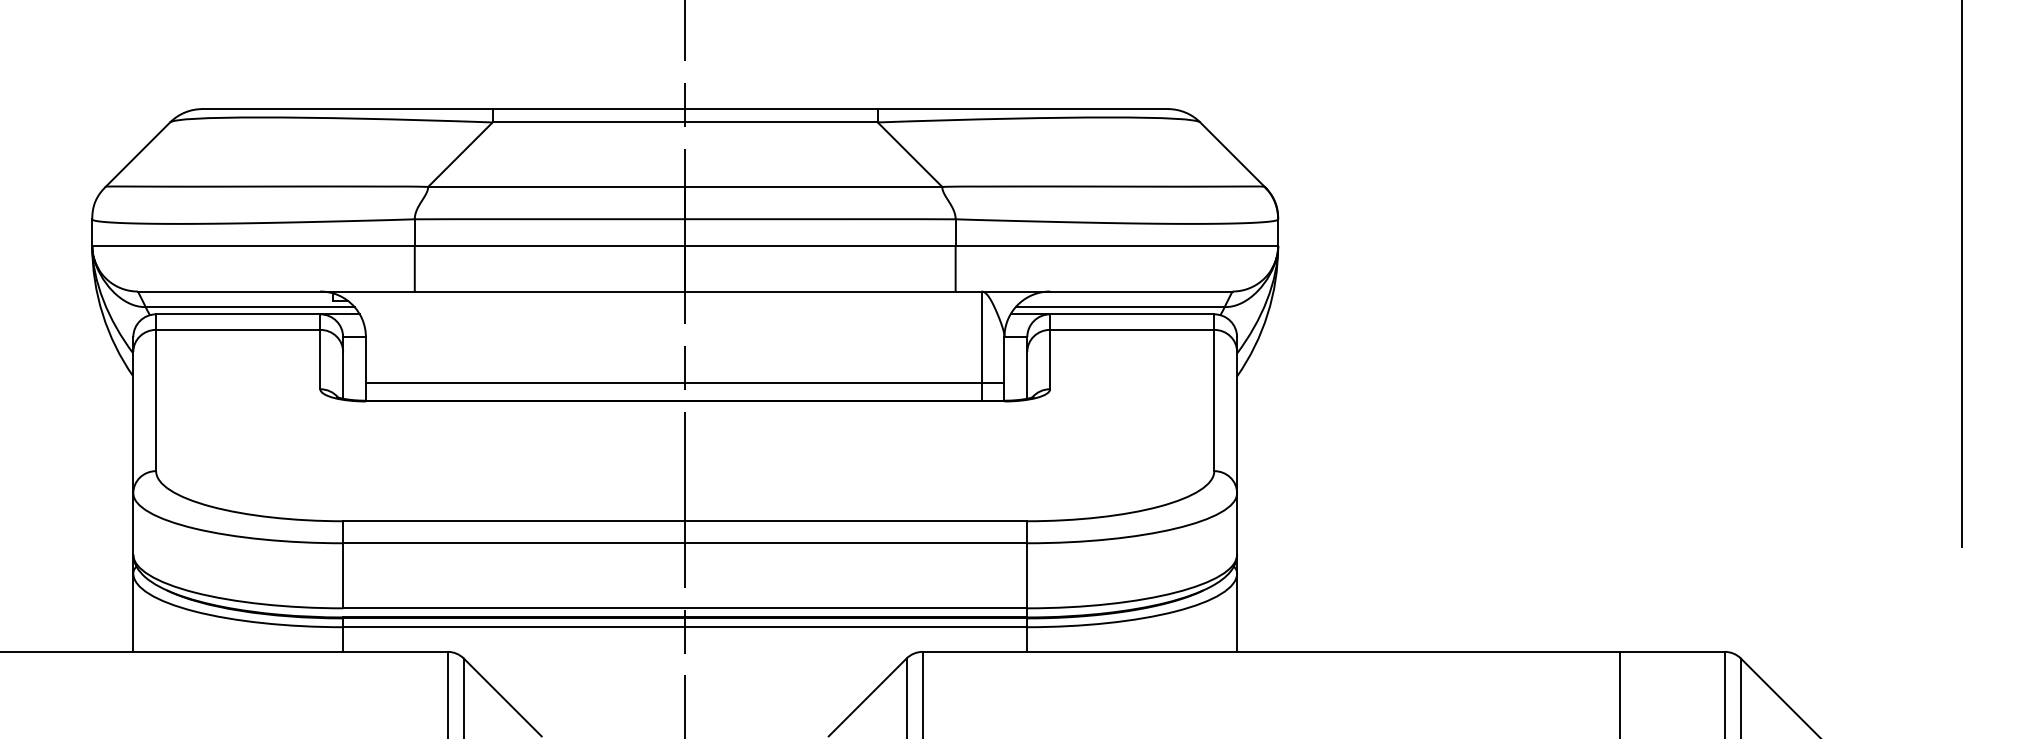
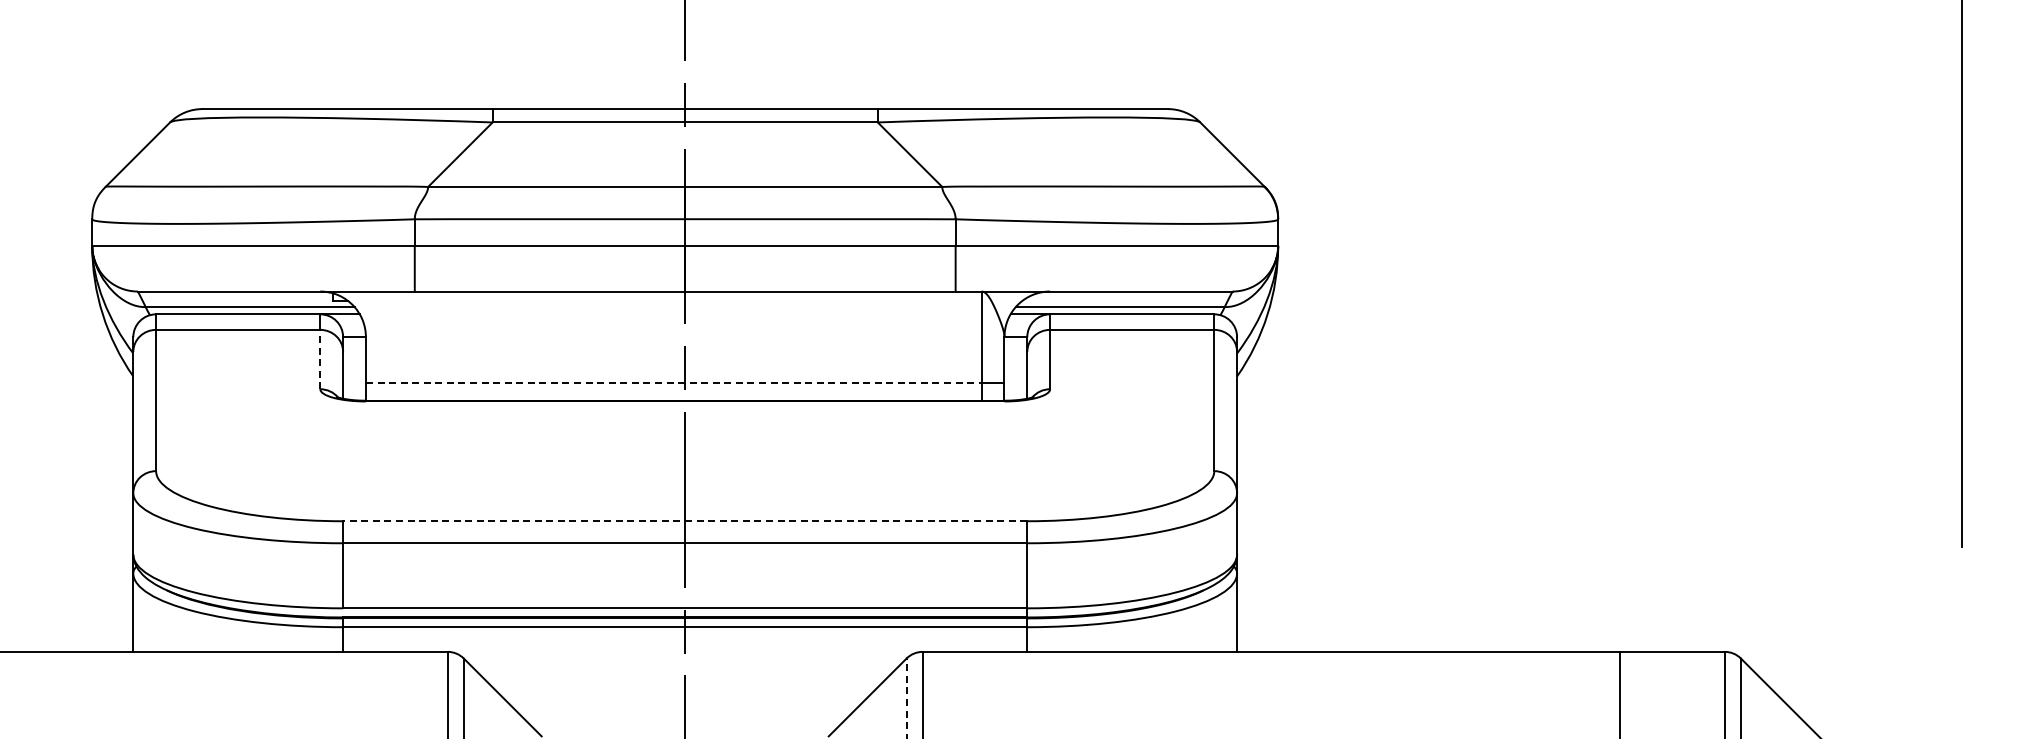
line at (320, 359): solid -> dashed
line at (673, 382): solid -> dashed
line at (684, 521): solid -> dashed
line at (906, 698): solid -> dashed
